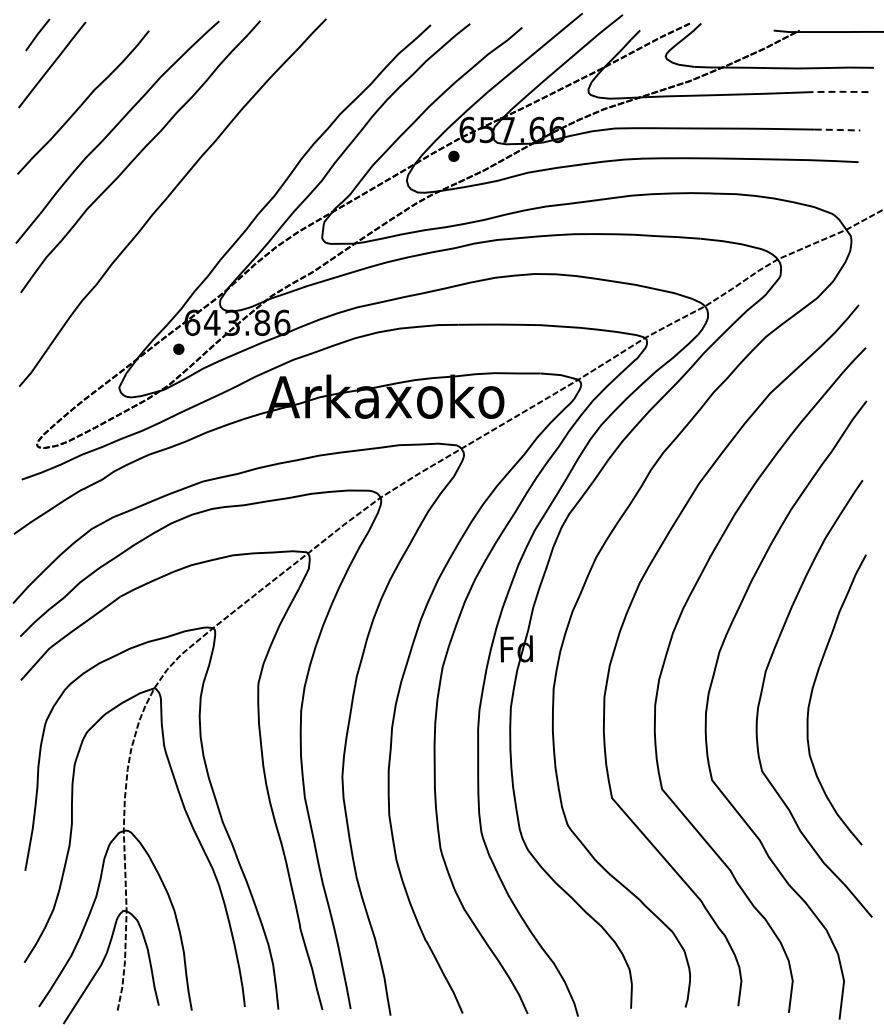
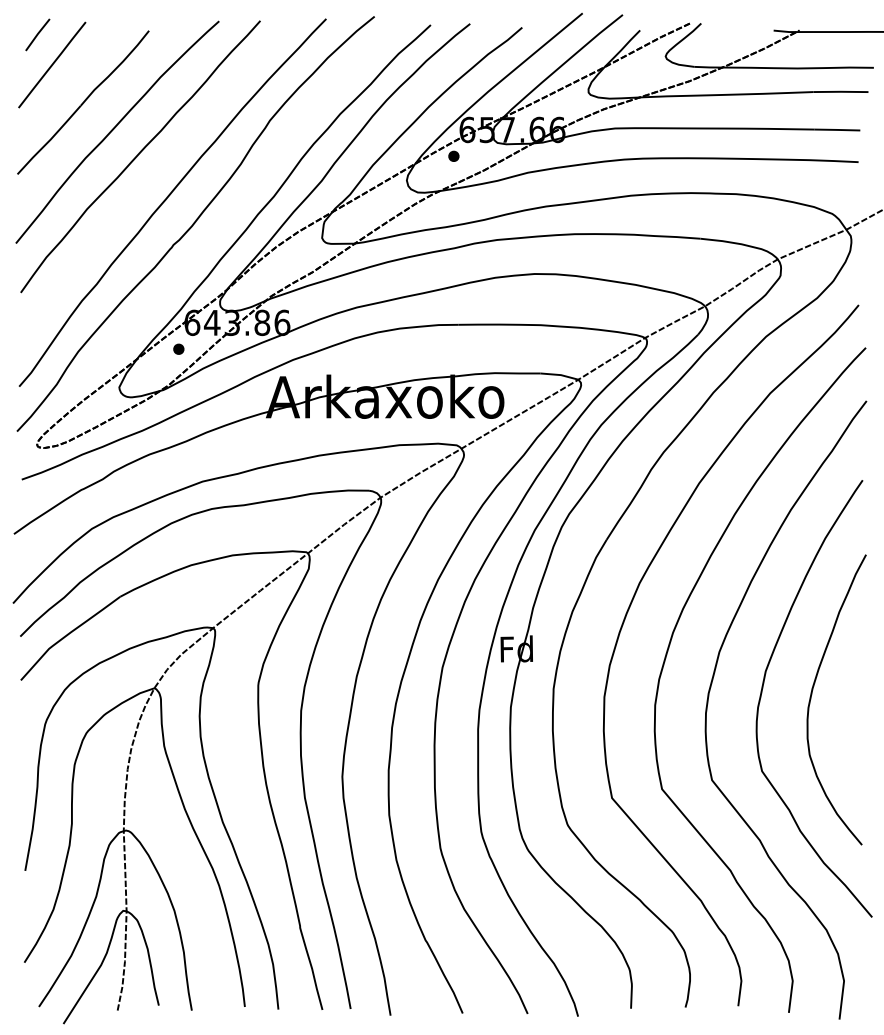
line at (840, 91): dashed -> solid
line at (837, 129): dashed -> solid
curve at (195, 223): none -> present
